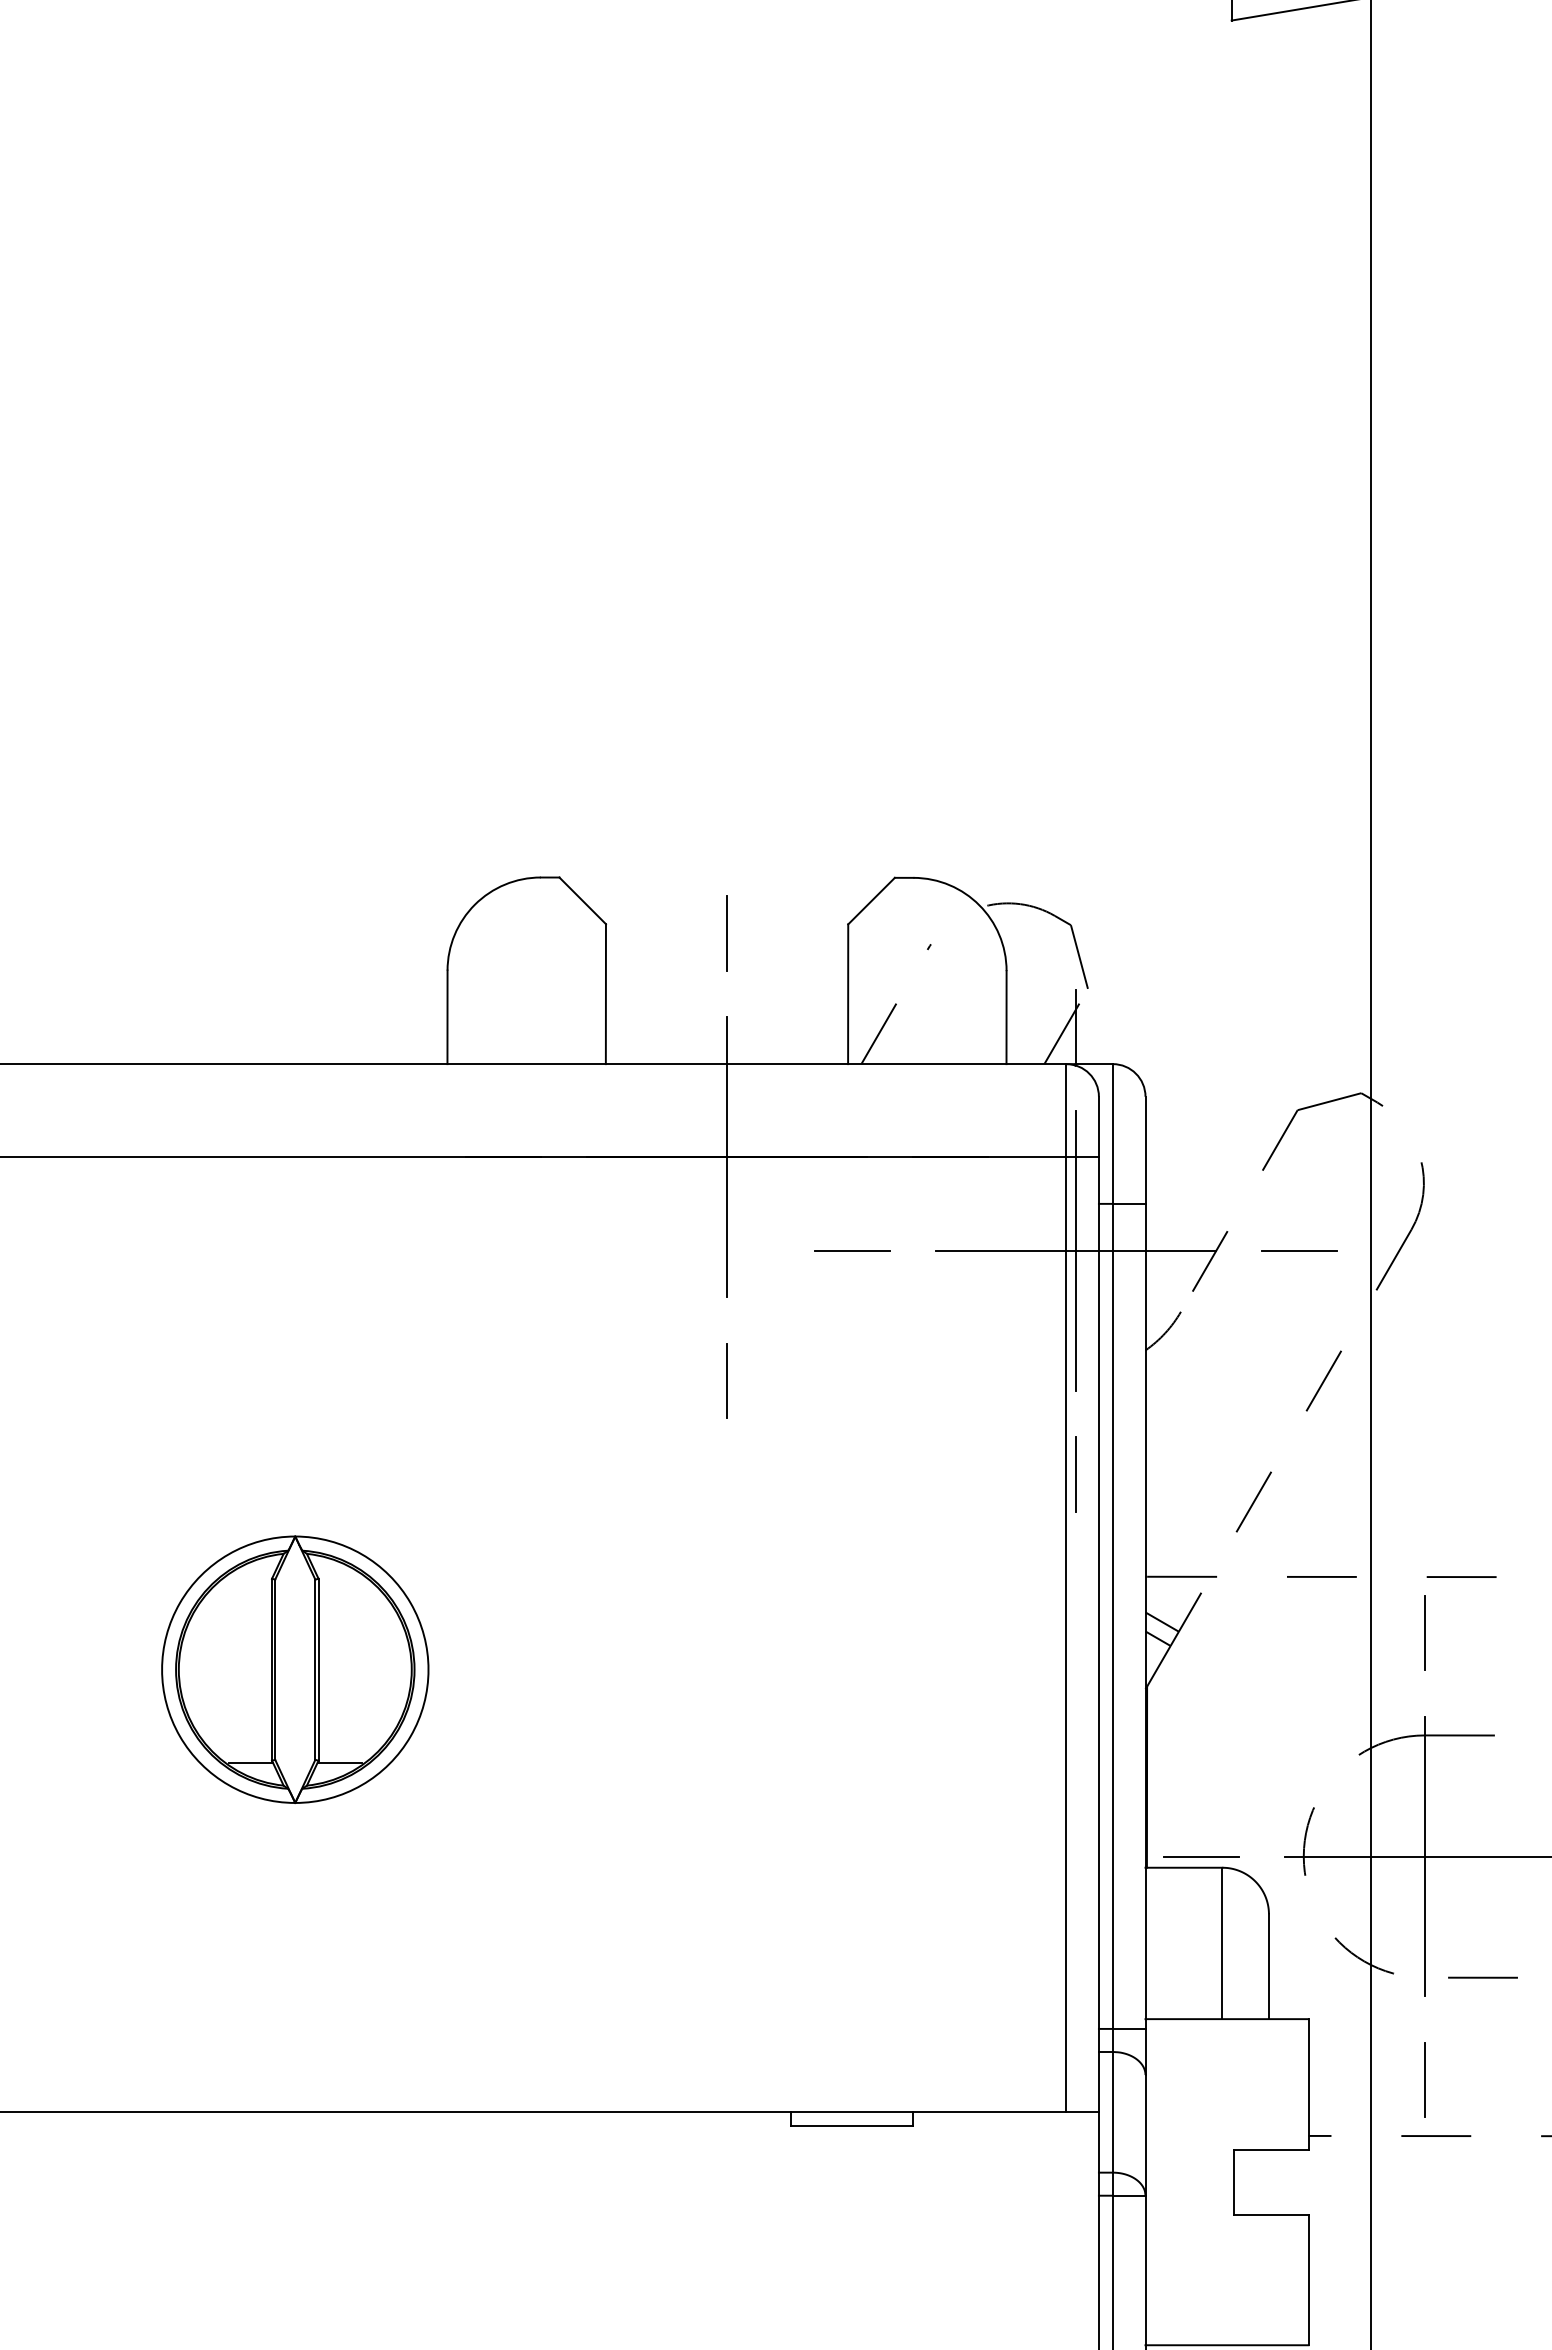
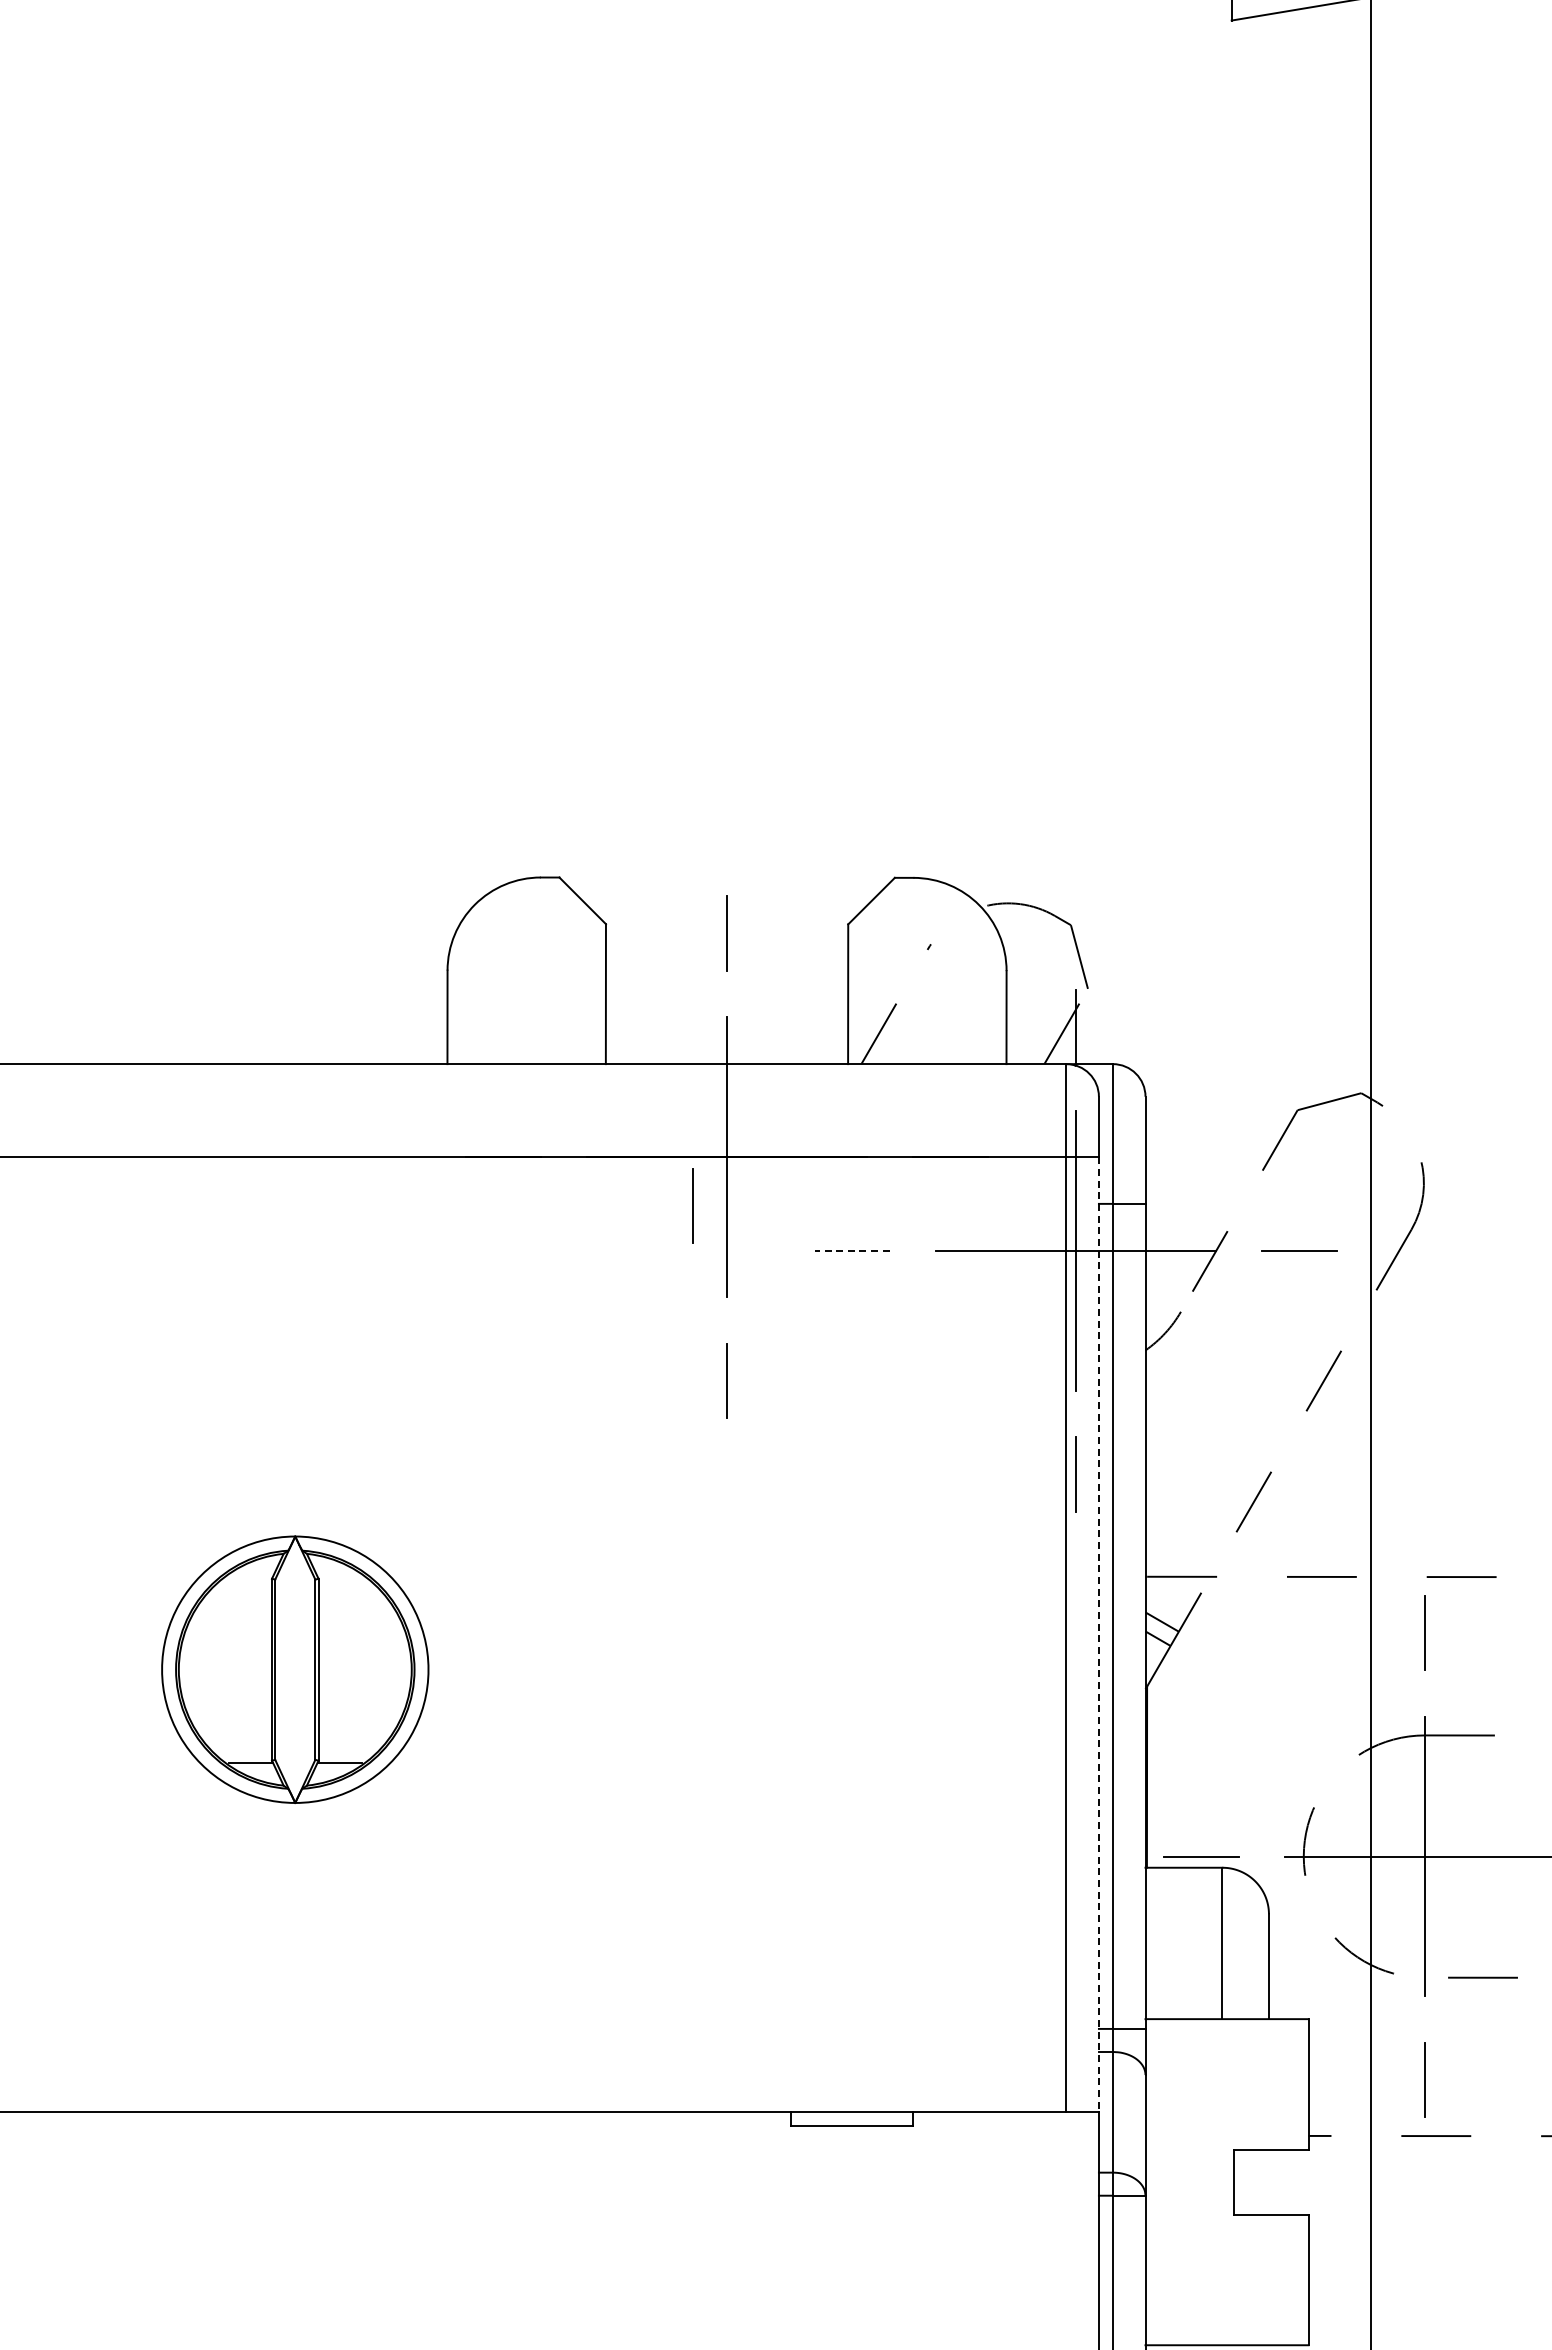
line at (692, 1205): none -> present
line at (852, 1251): solid -> dashed
line at (1098, 1634): solid -> dashed
